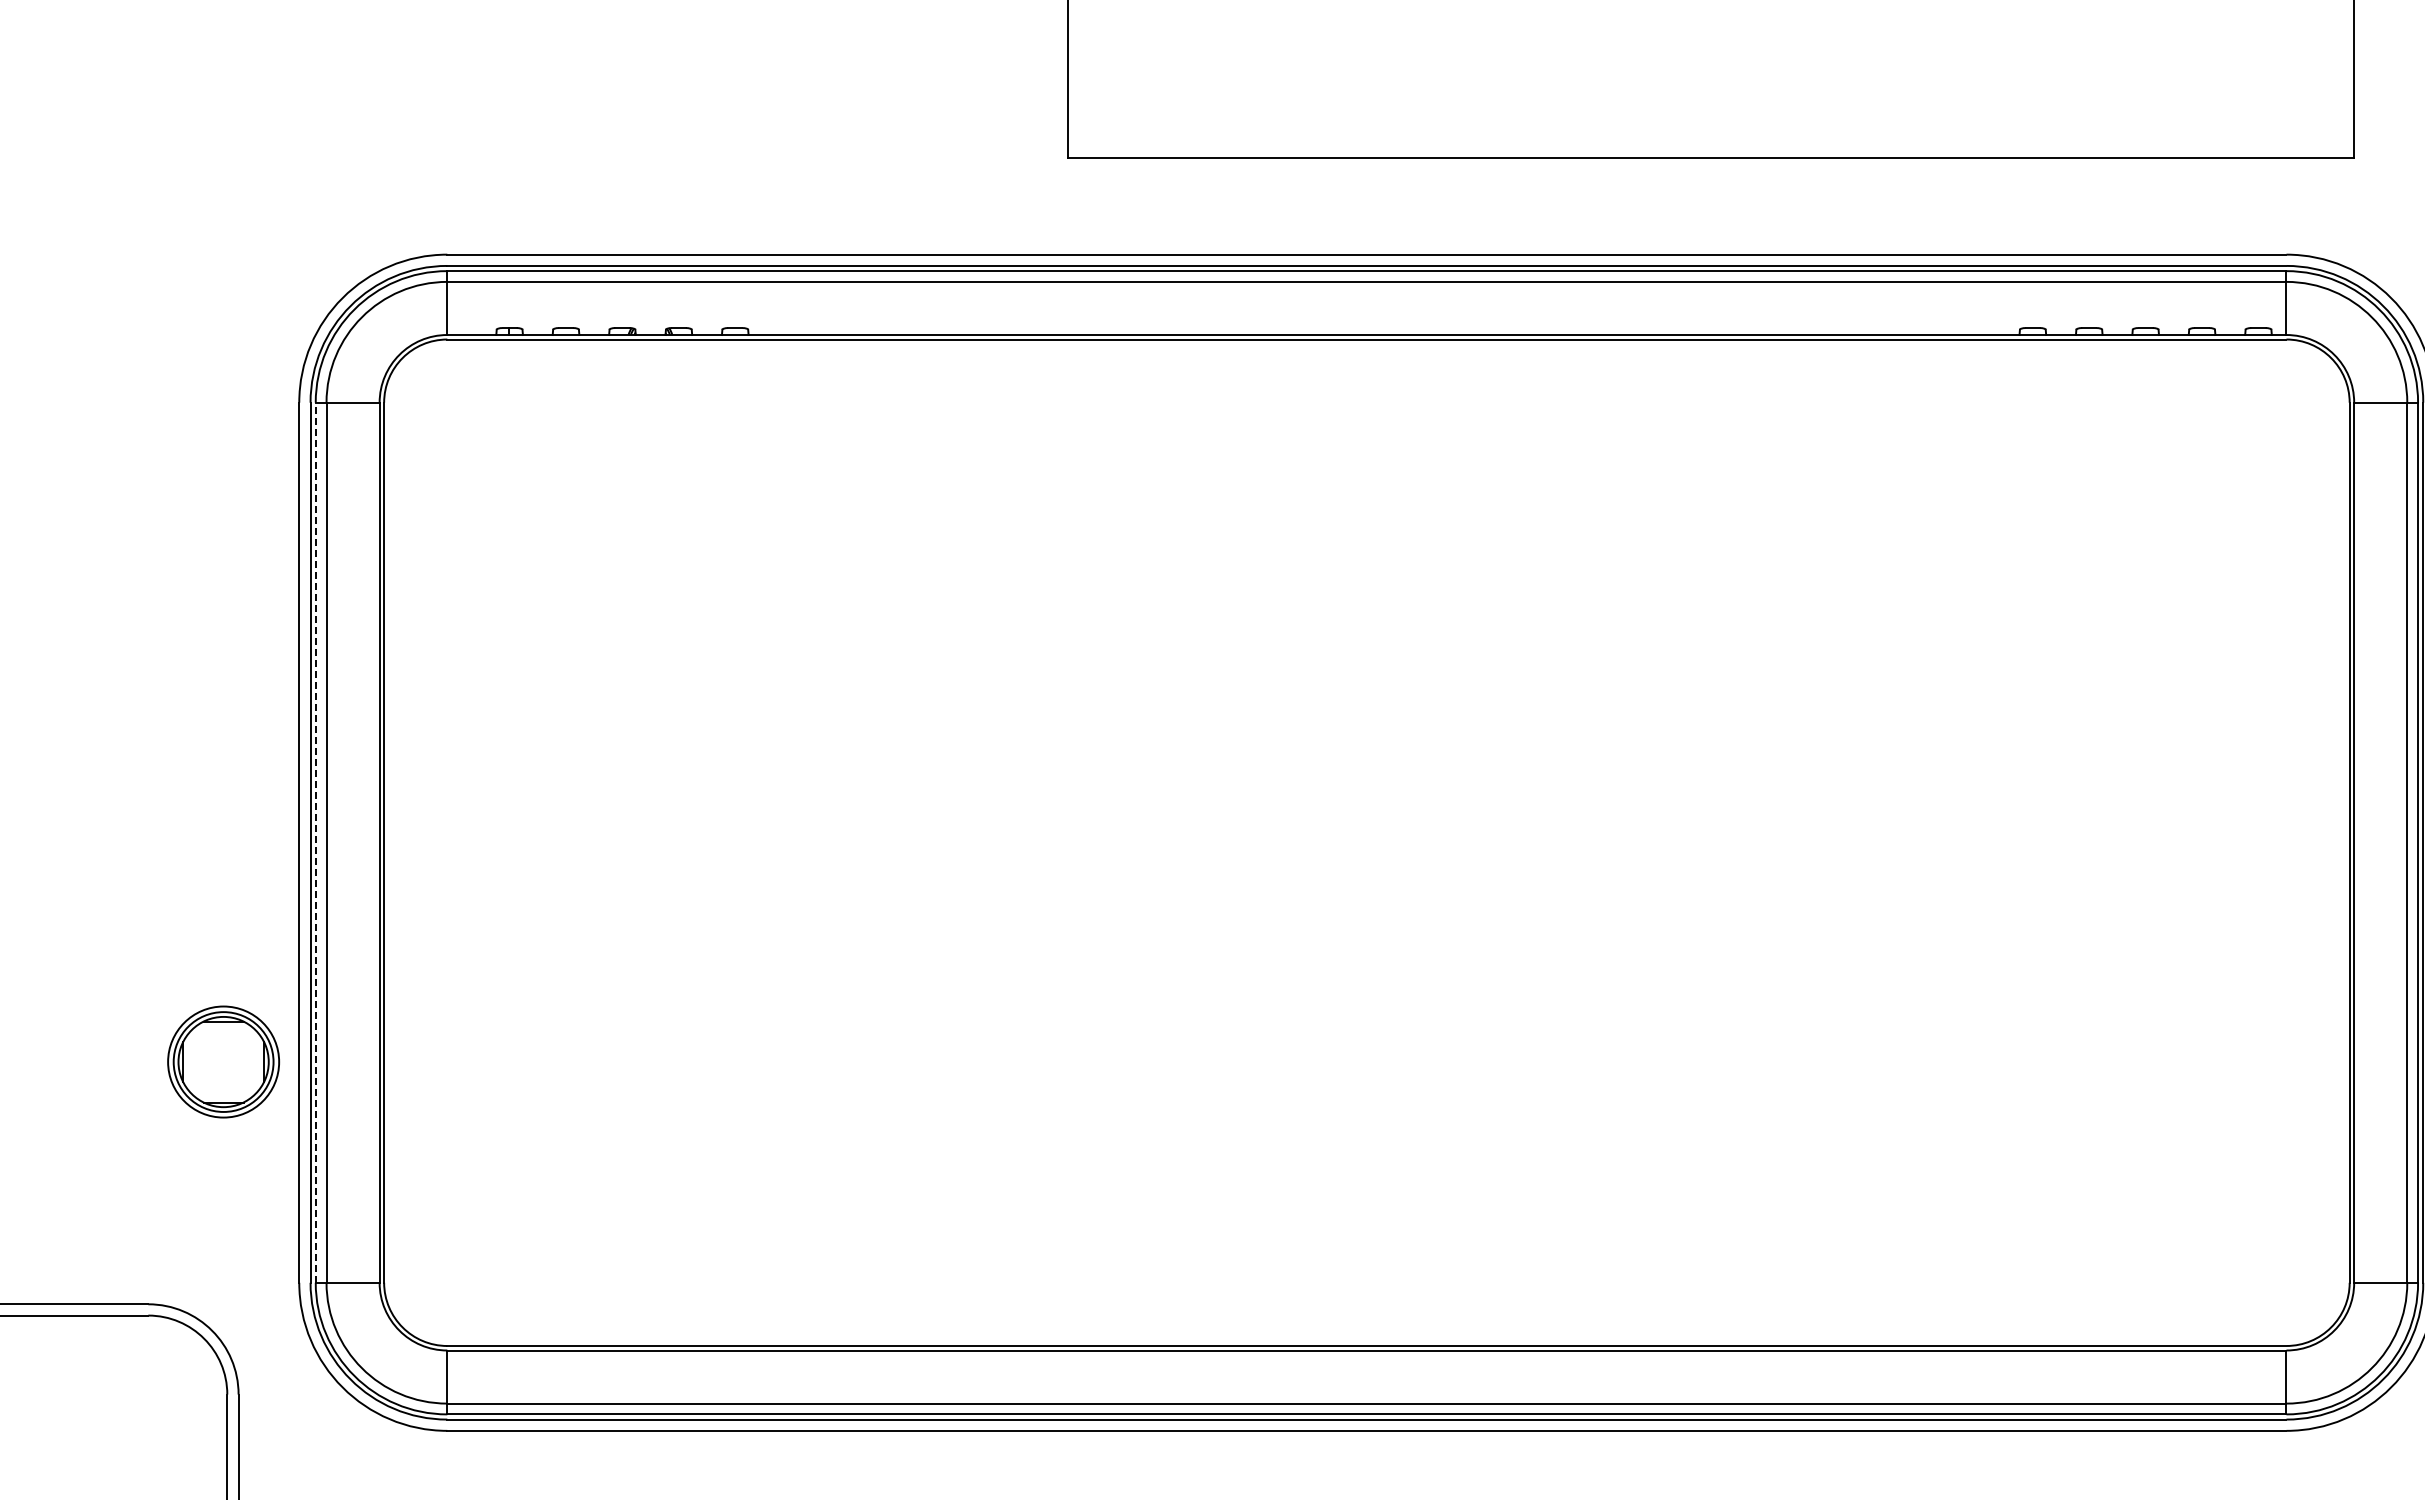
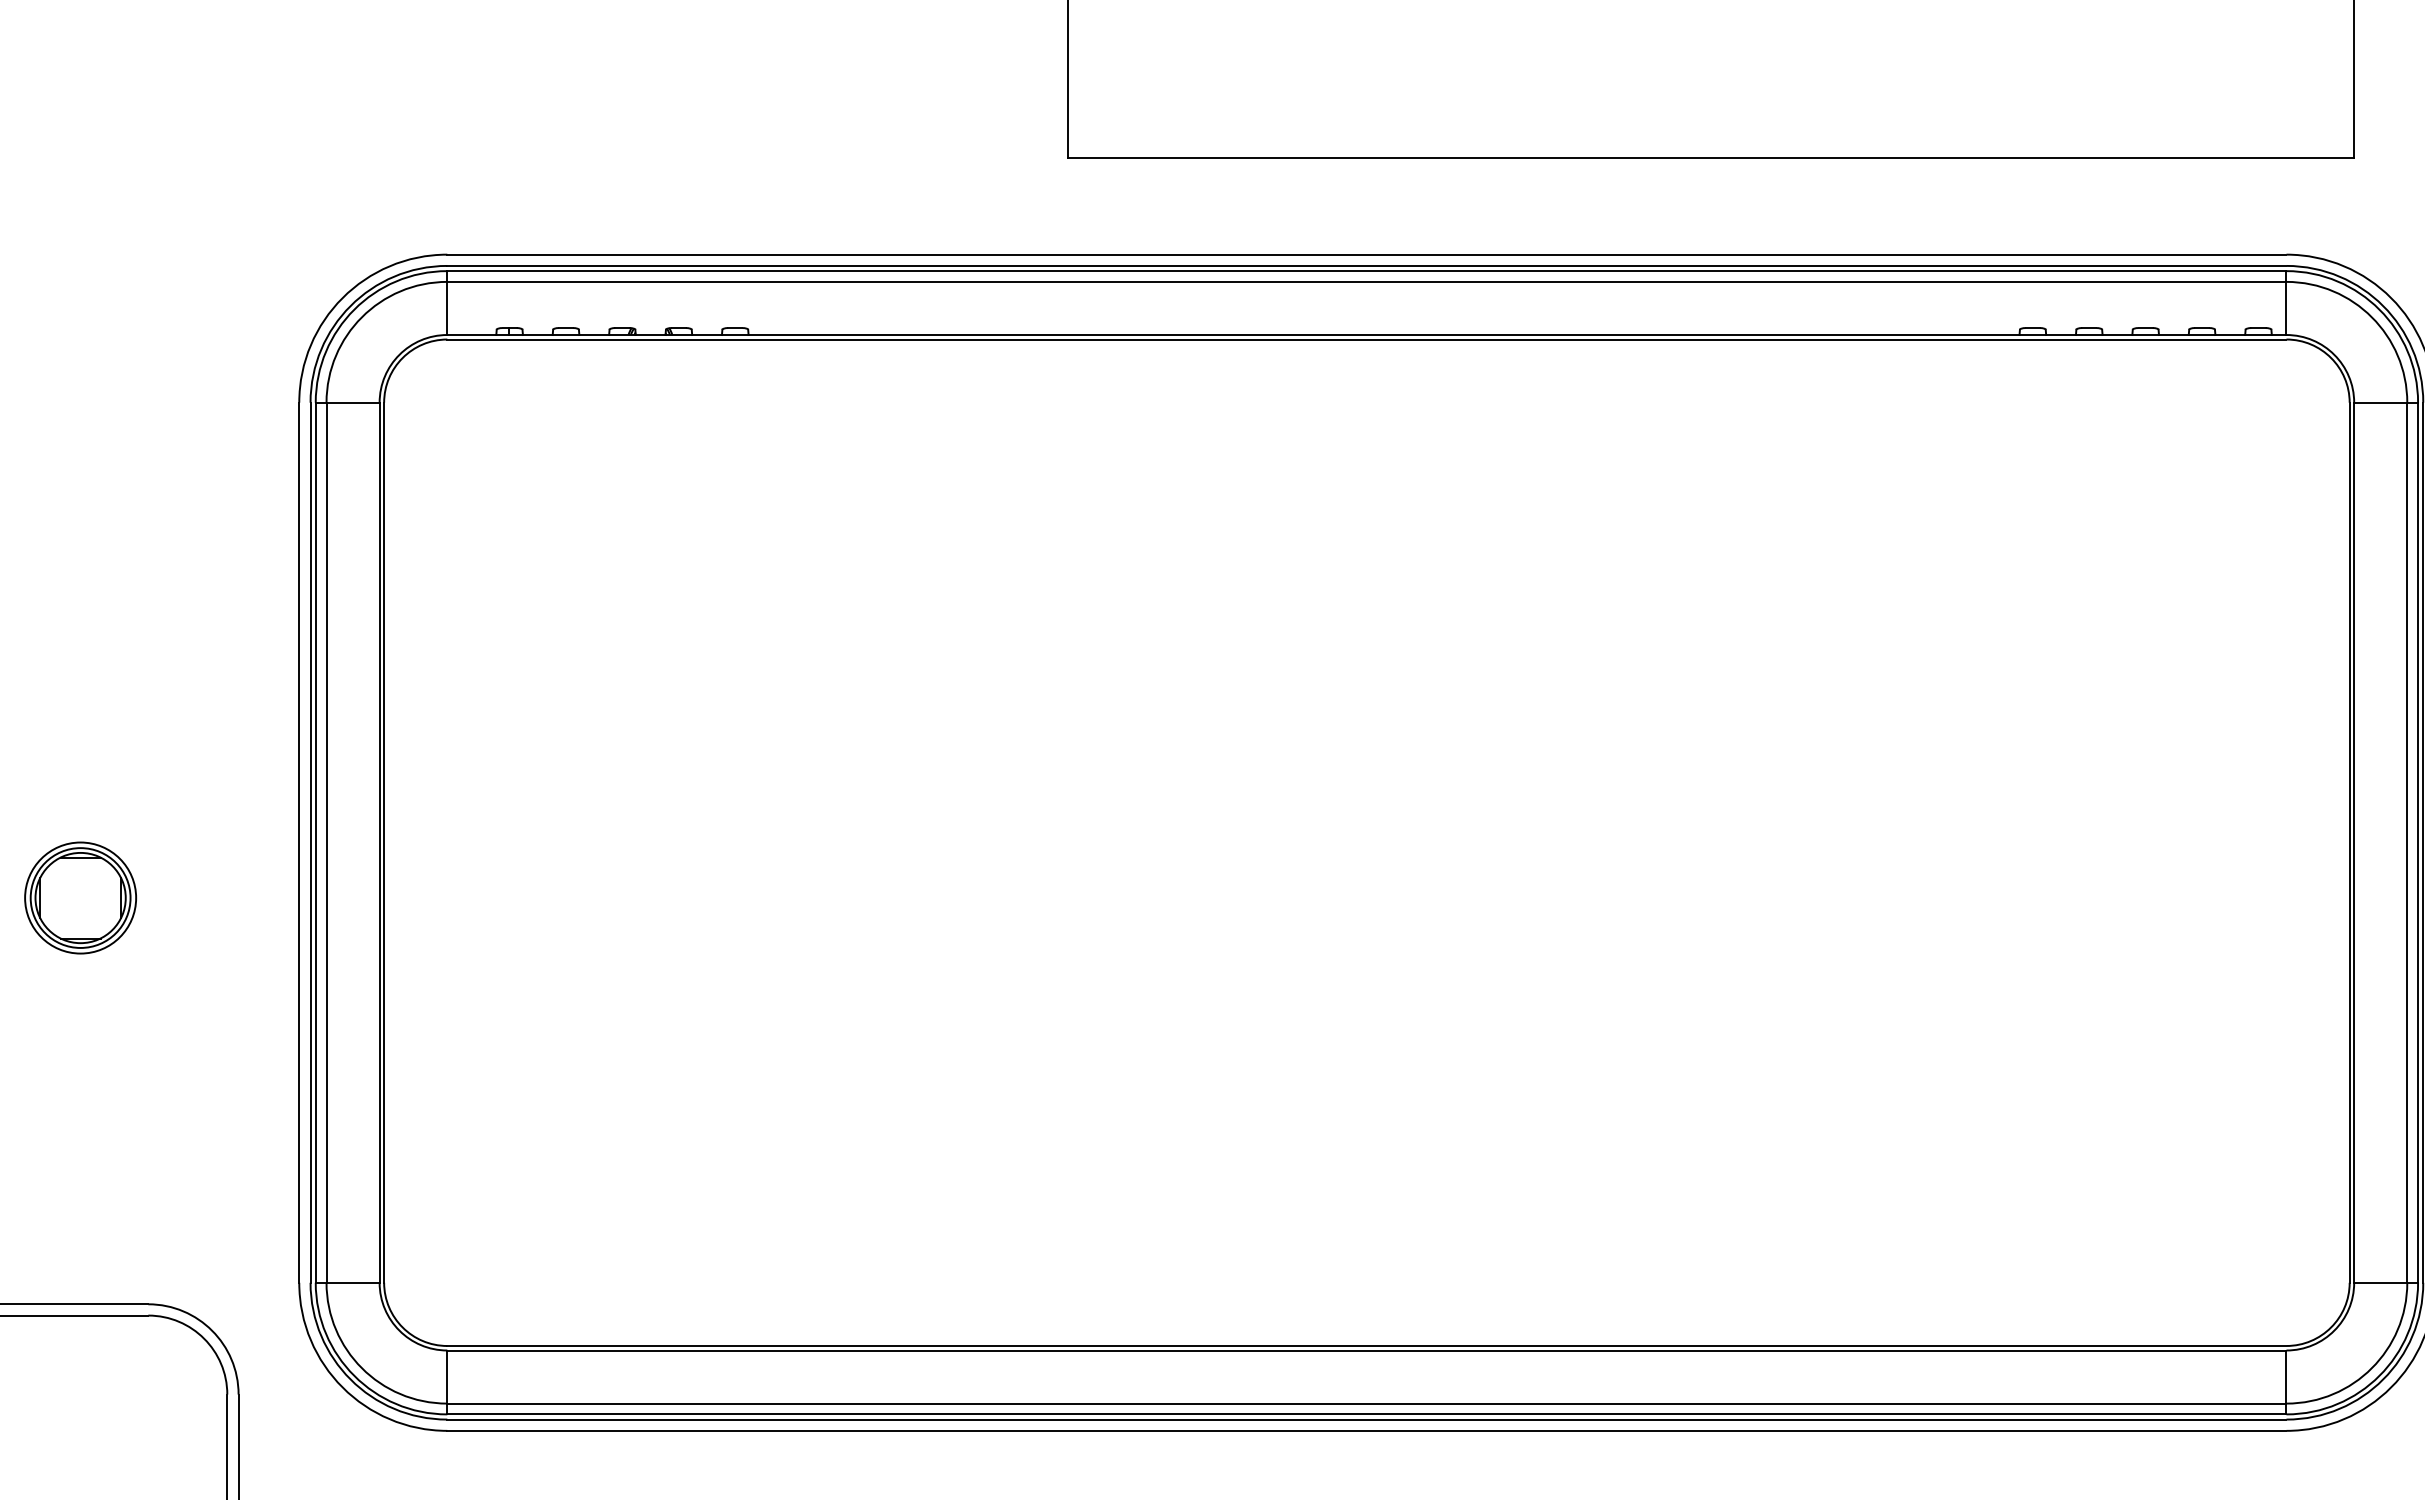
line at (315, 842): dashed -> solid
part at (223, 1061) position: (223, 1061) -> (80, 897)
